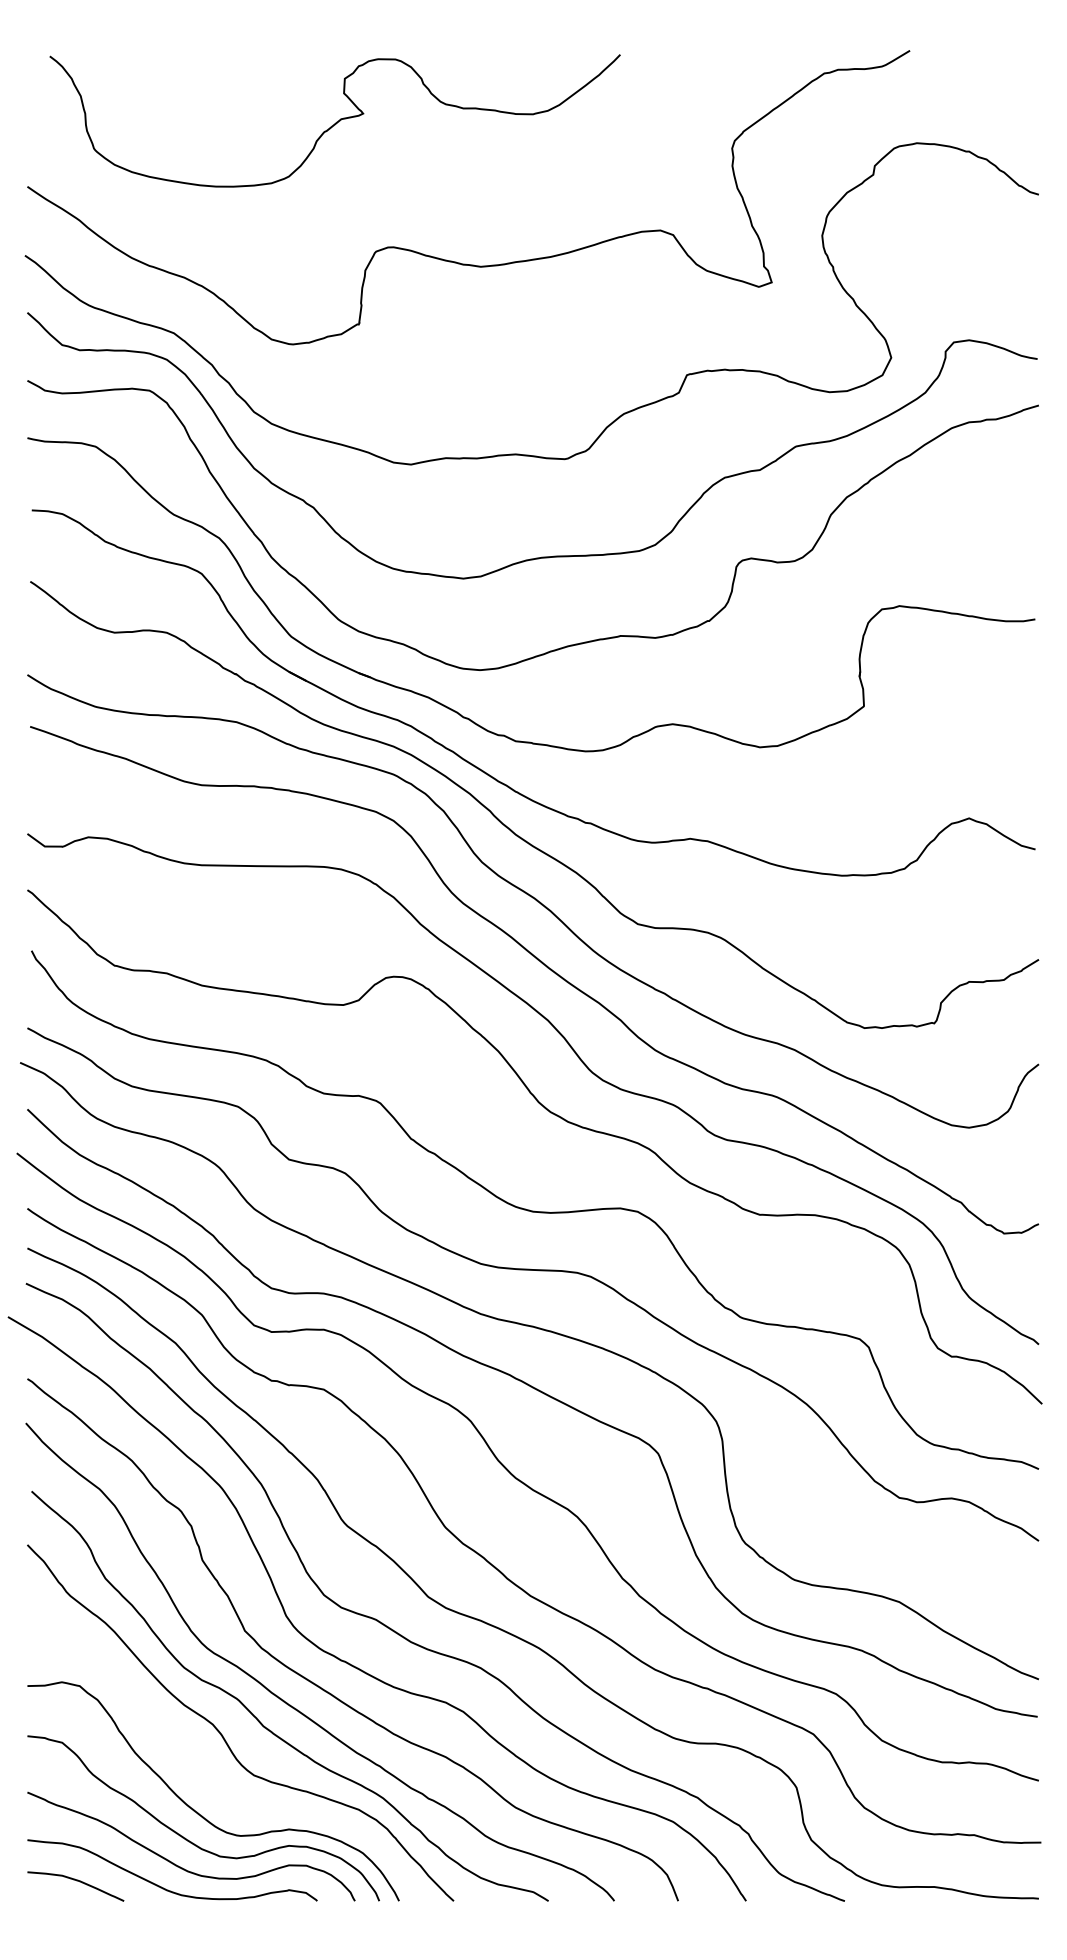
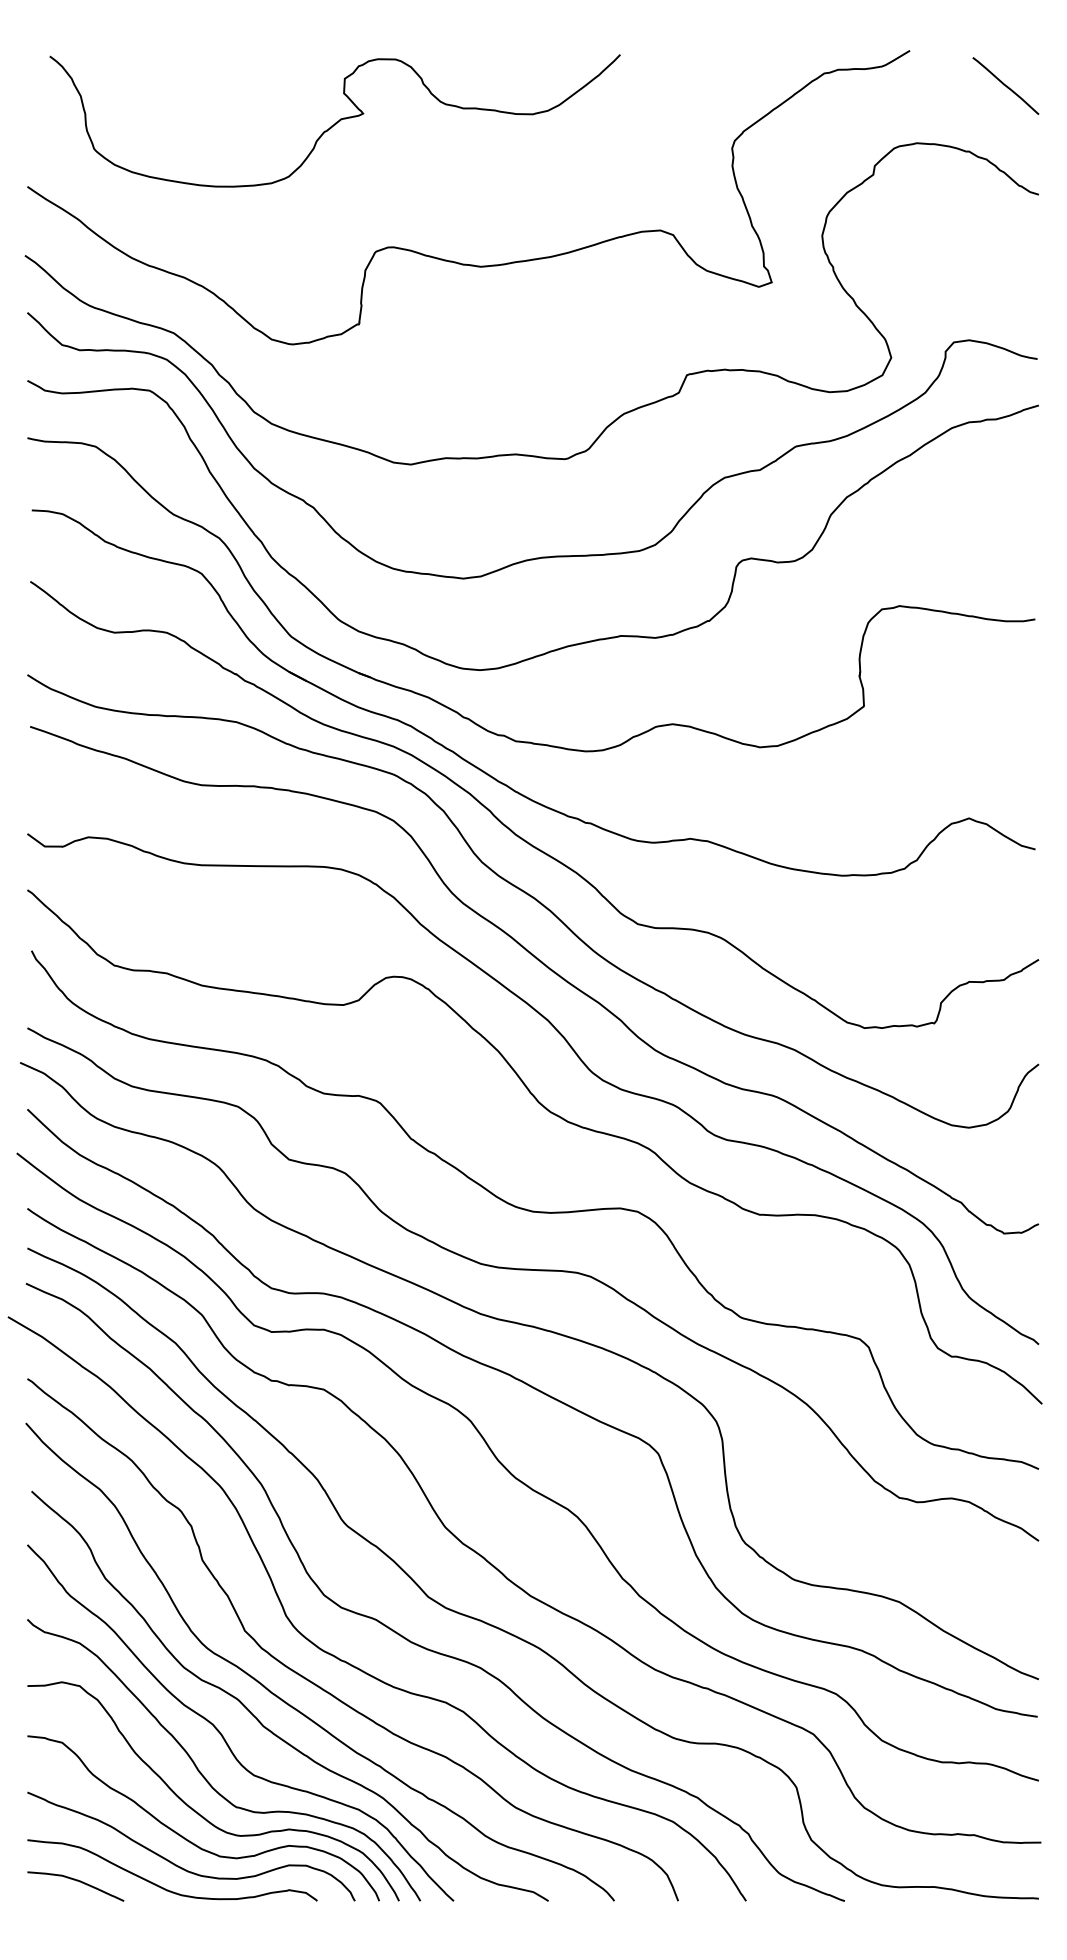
line at (1005, 85): none -> present
curve at (206, 1778): none -> present
